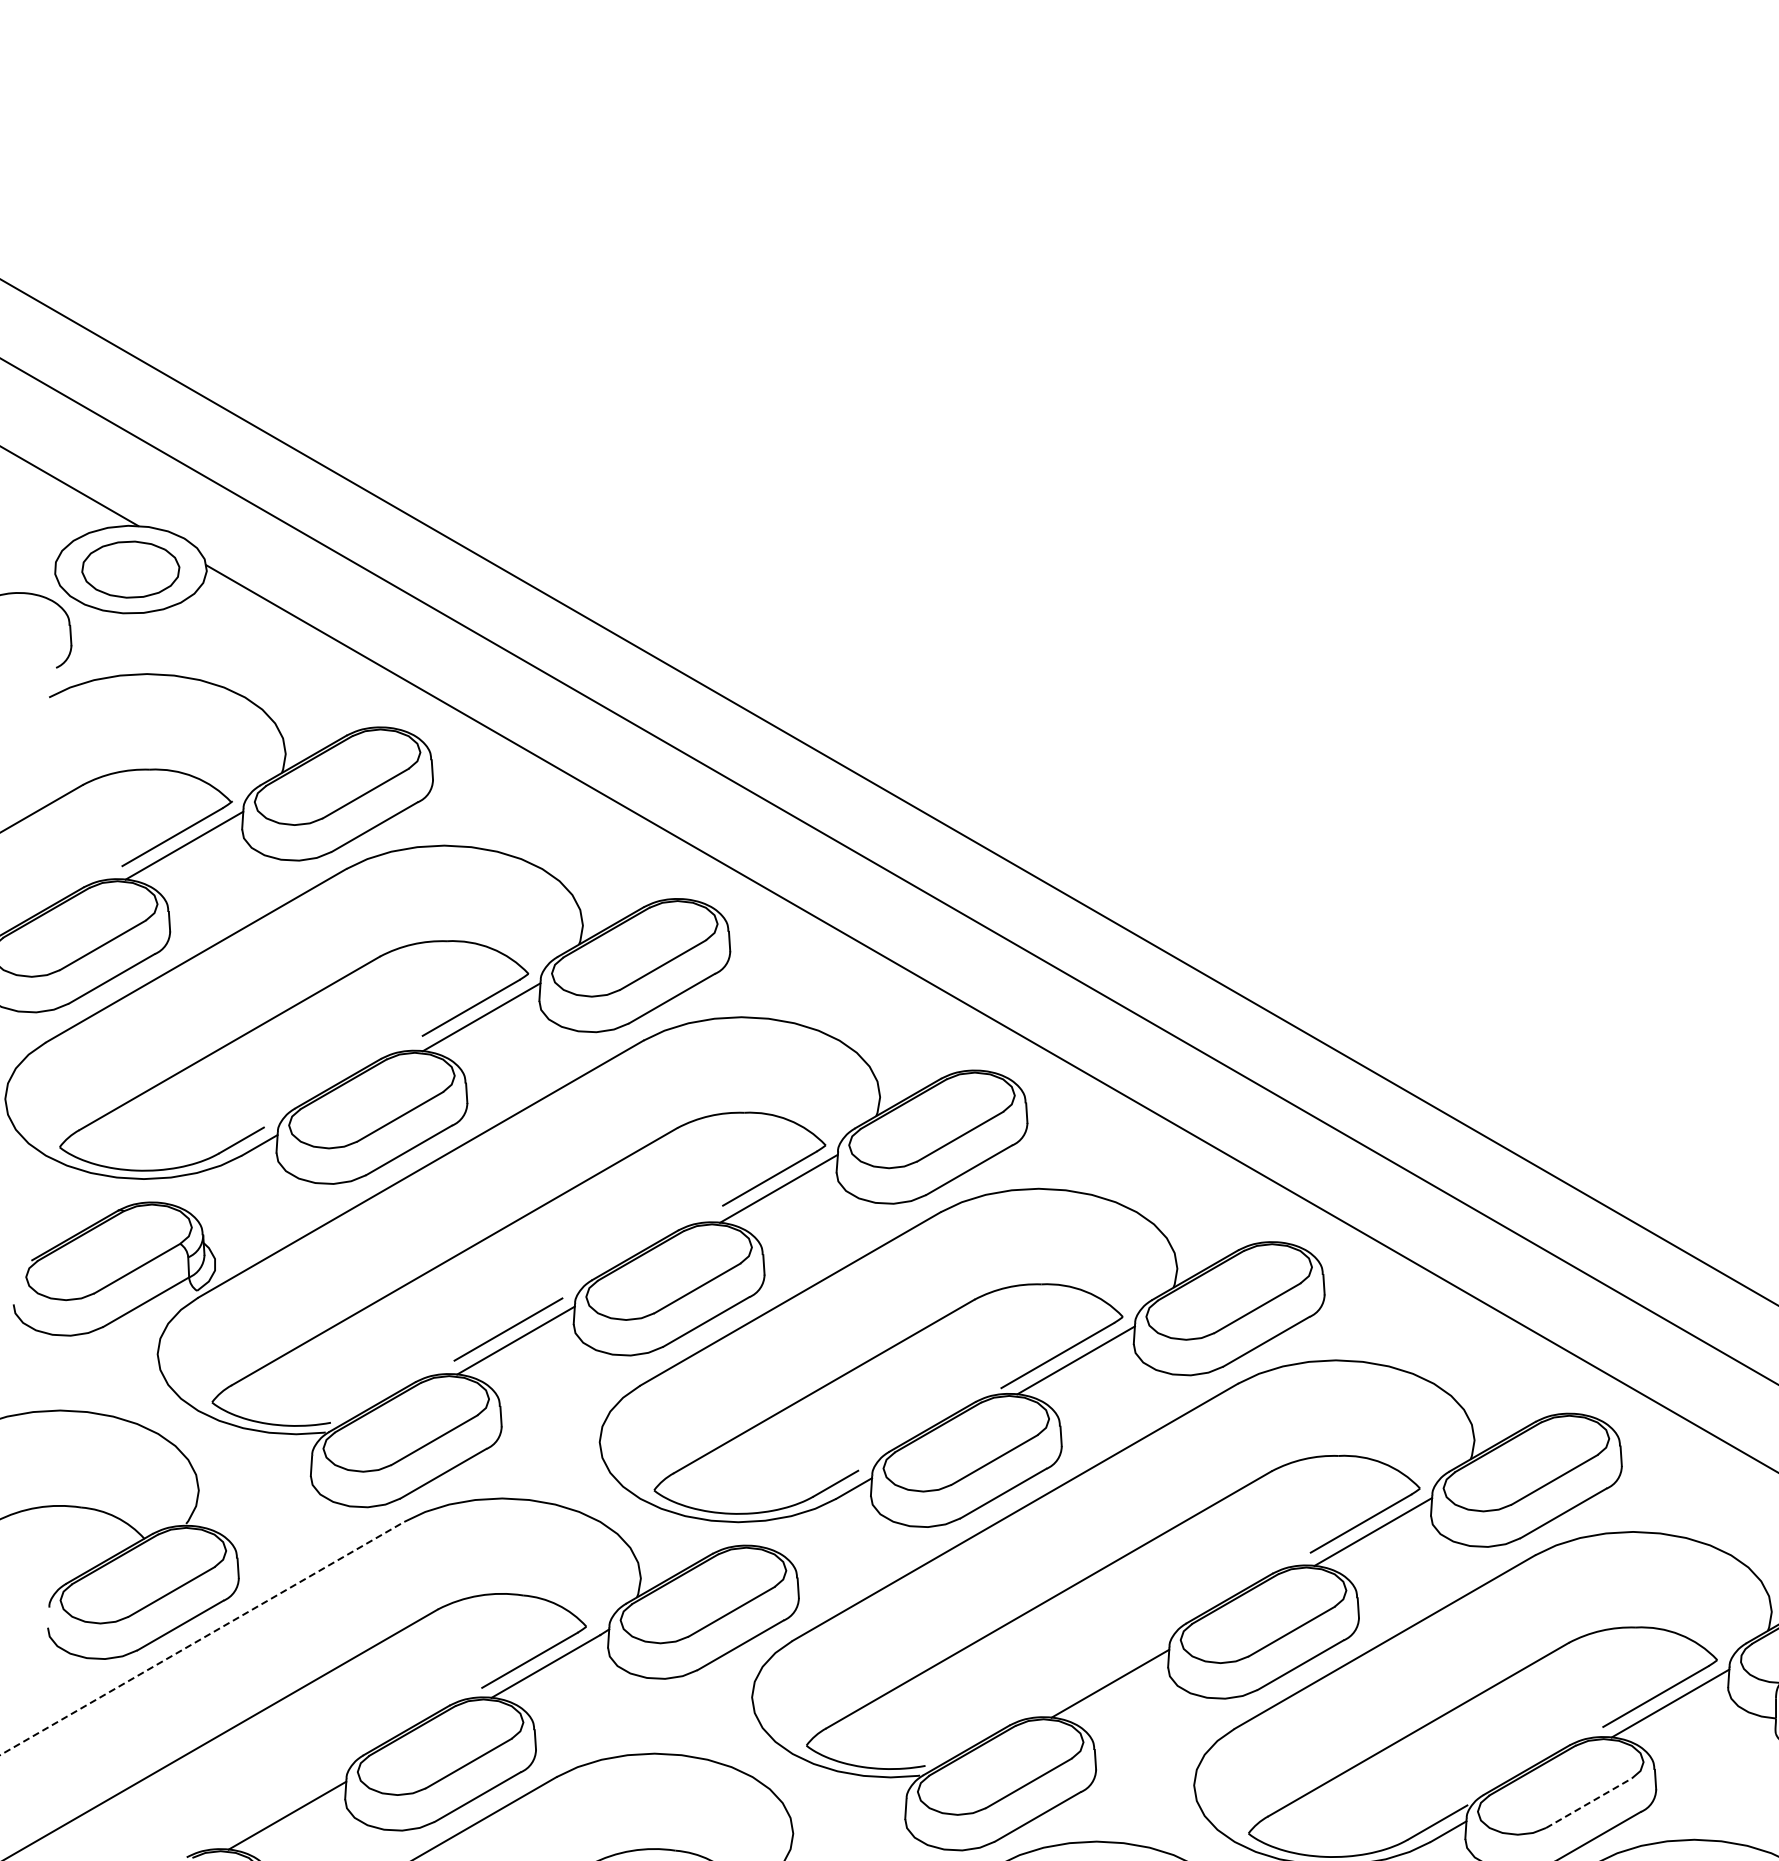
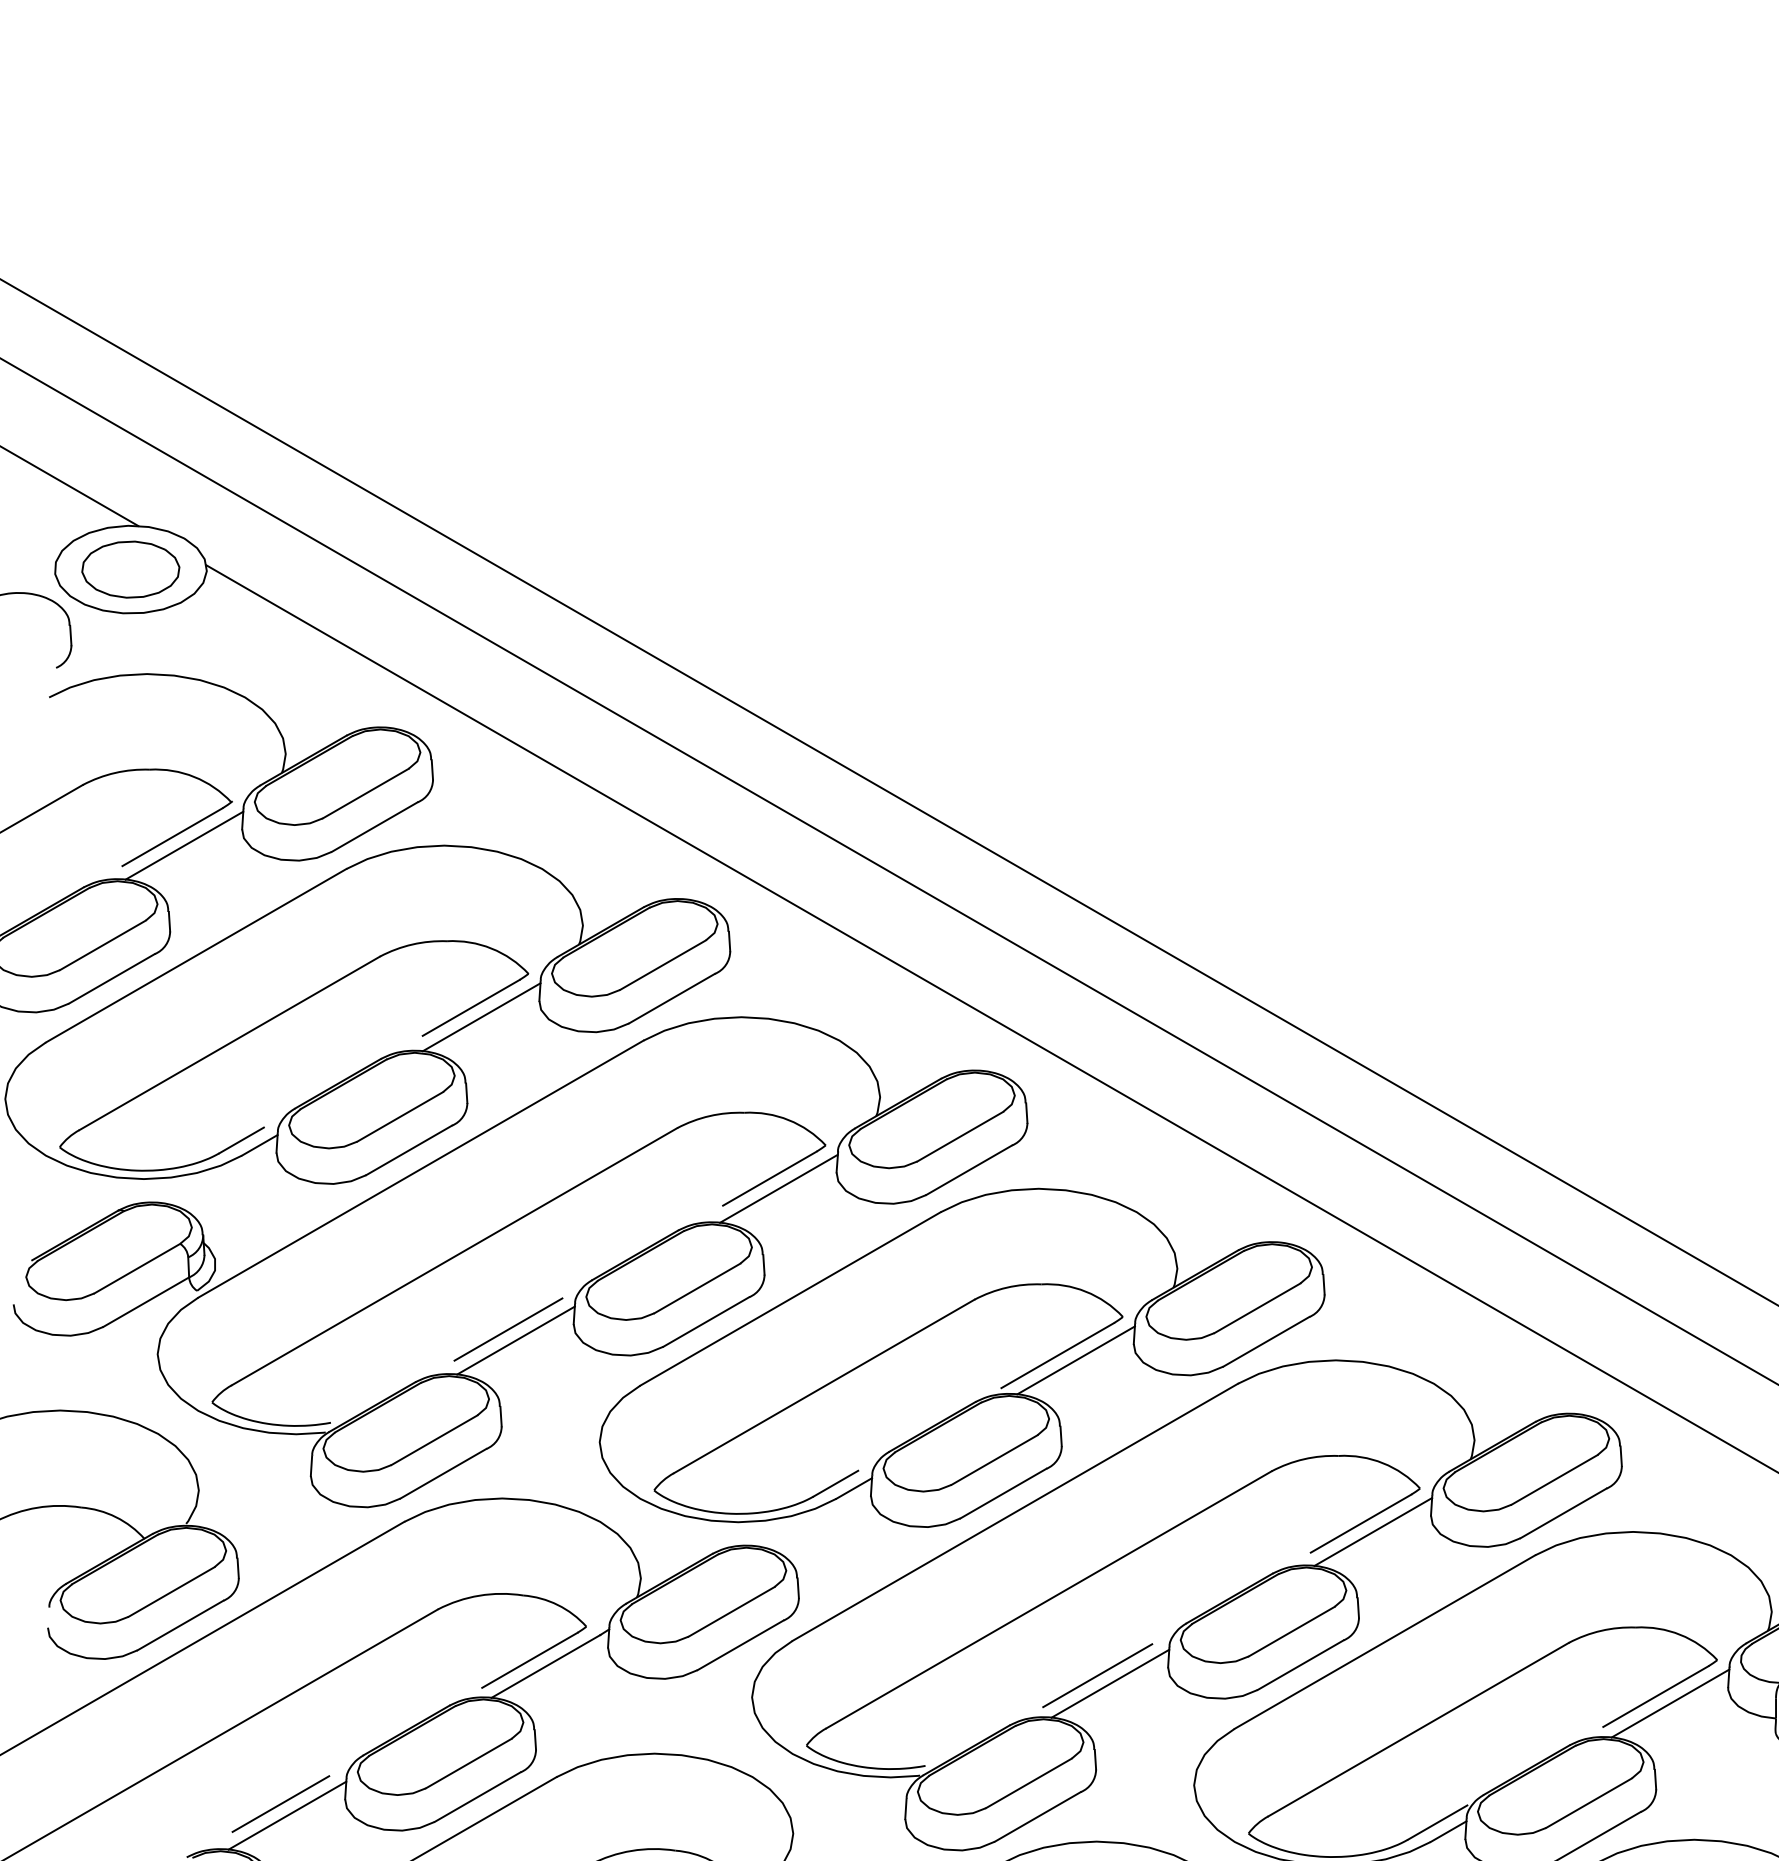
line at (202, 1638): dashed -> solid
line at (1097, 1675): none -> present
line at (280, 1803): none -> present
line at (1588, 1803): dashed -> solid
